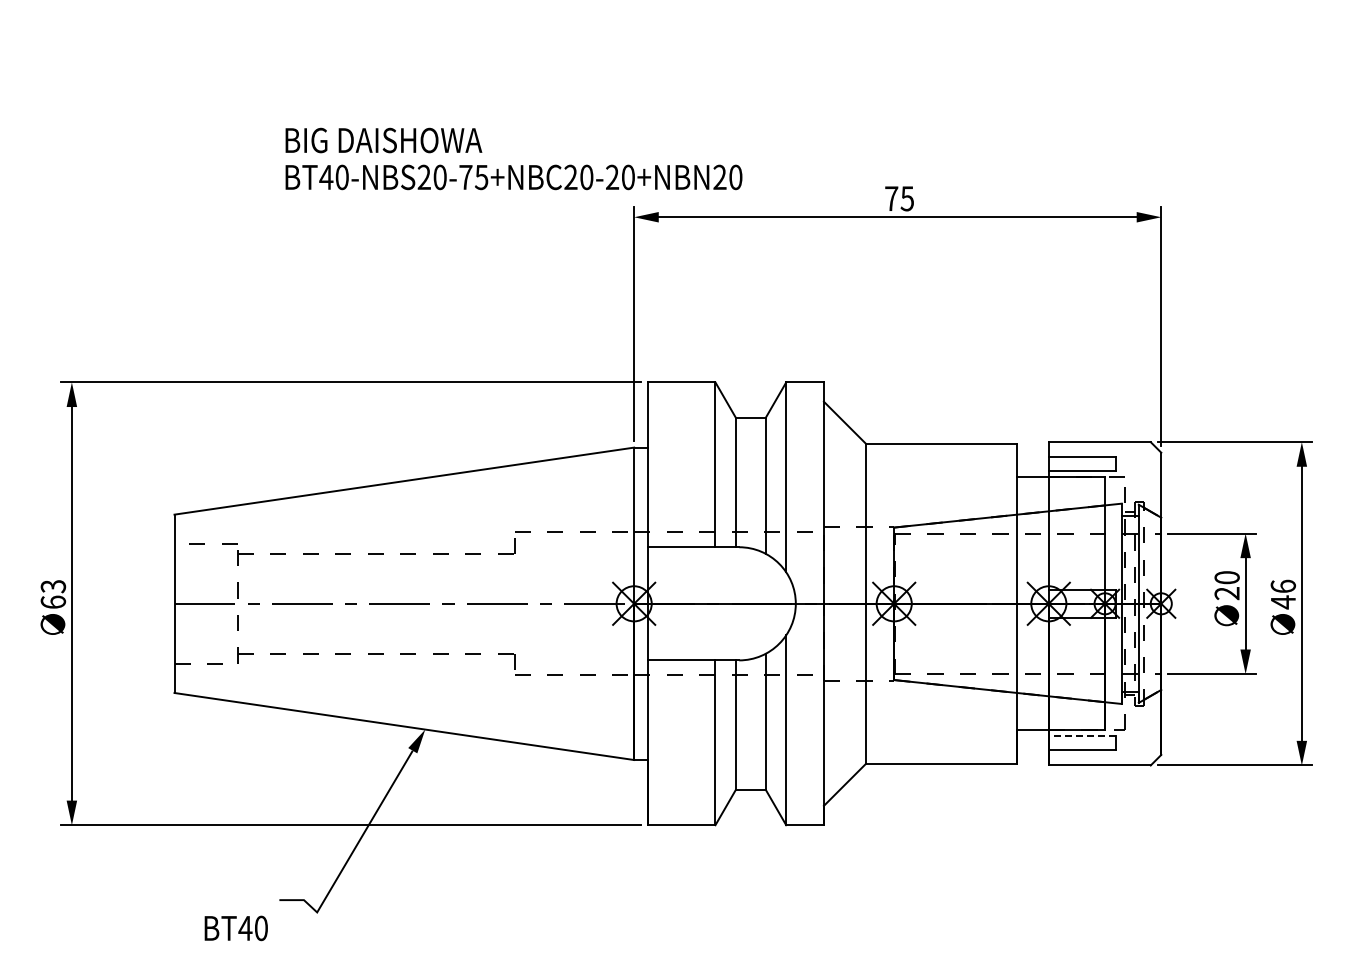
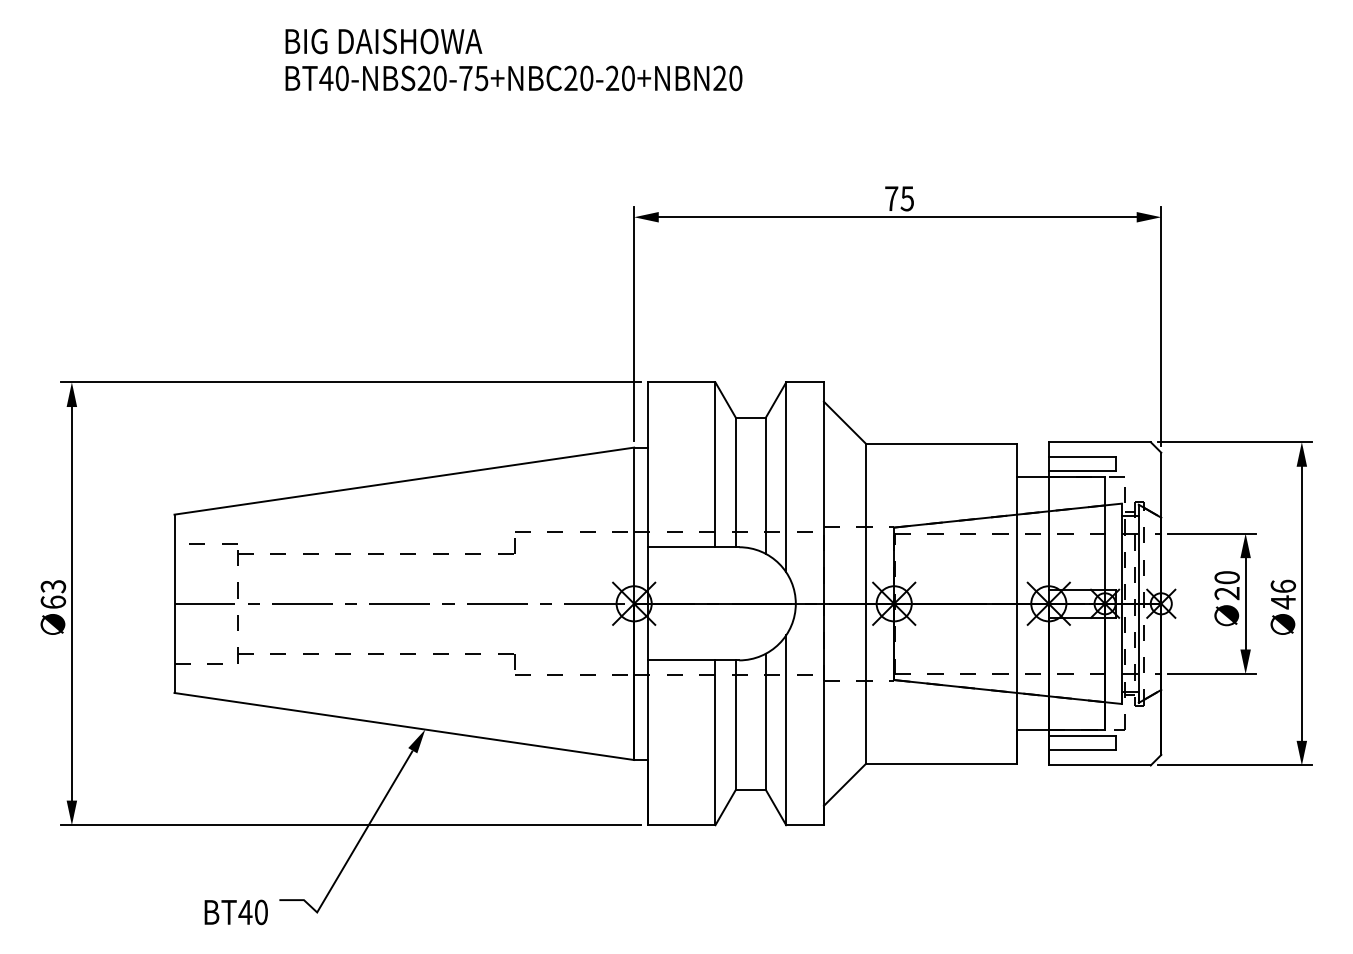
text at (513, 158) position: (513, 158) -> (513, 59)
line at (1081, 736): dashed -> solid
text at (235, 928) position: (235, 928) -> (235, 912)
